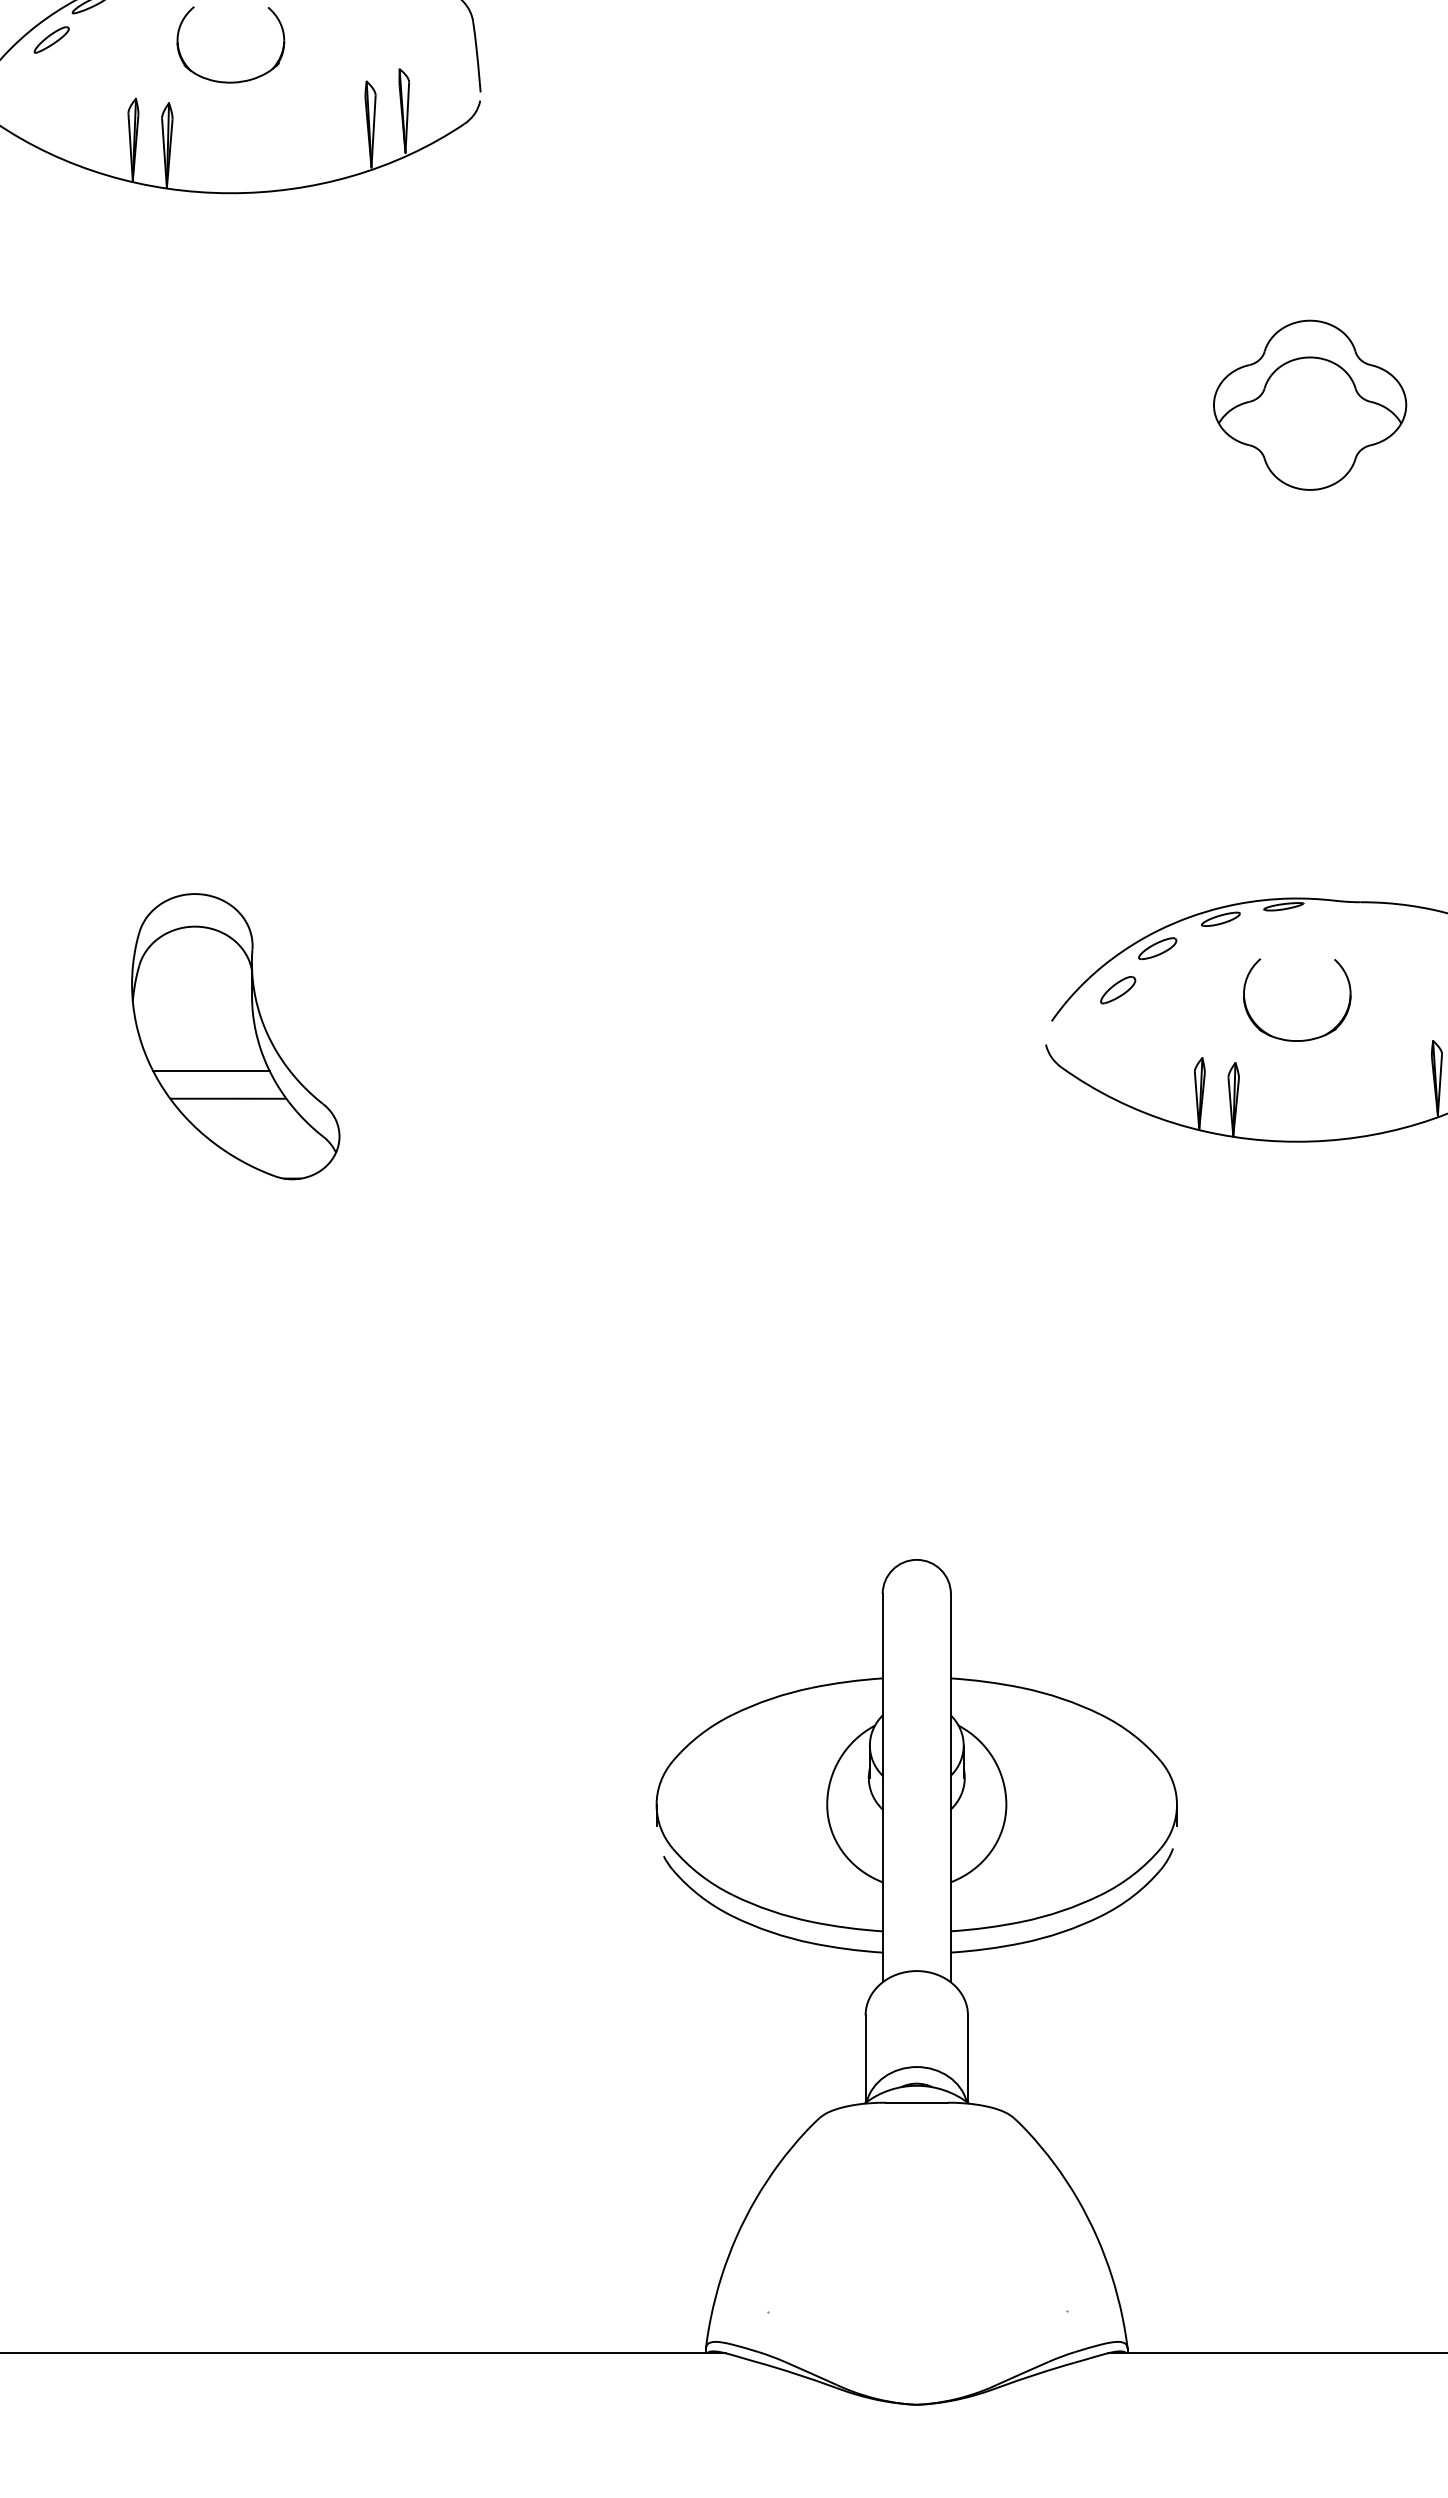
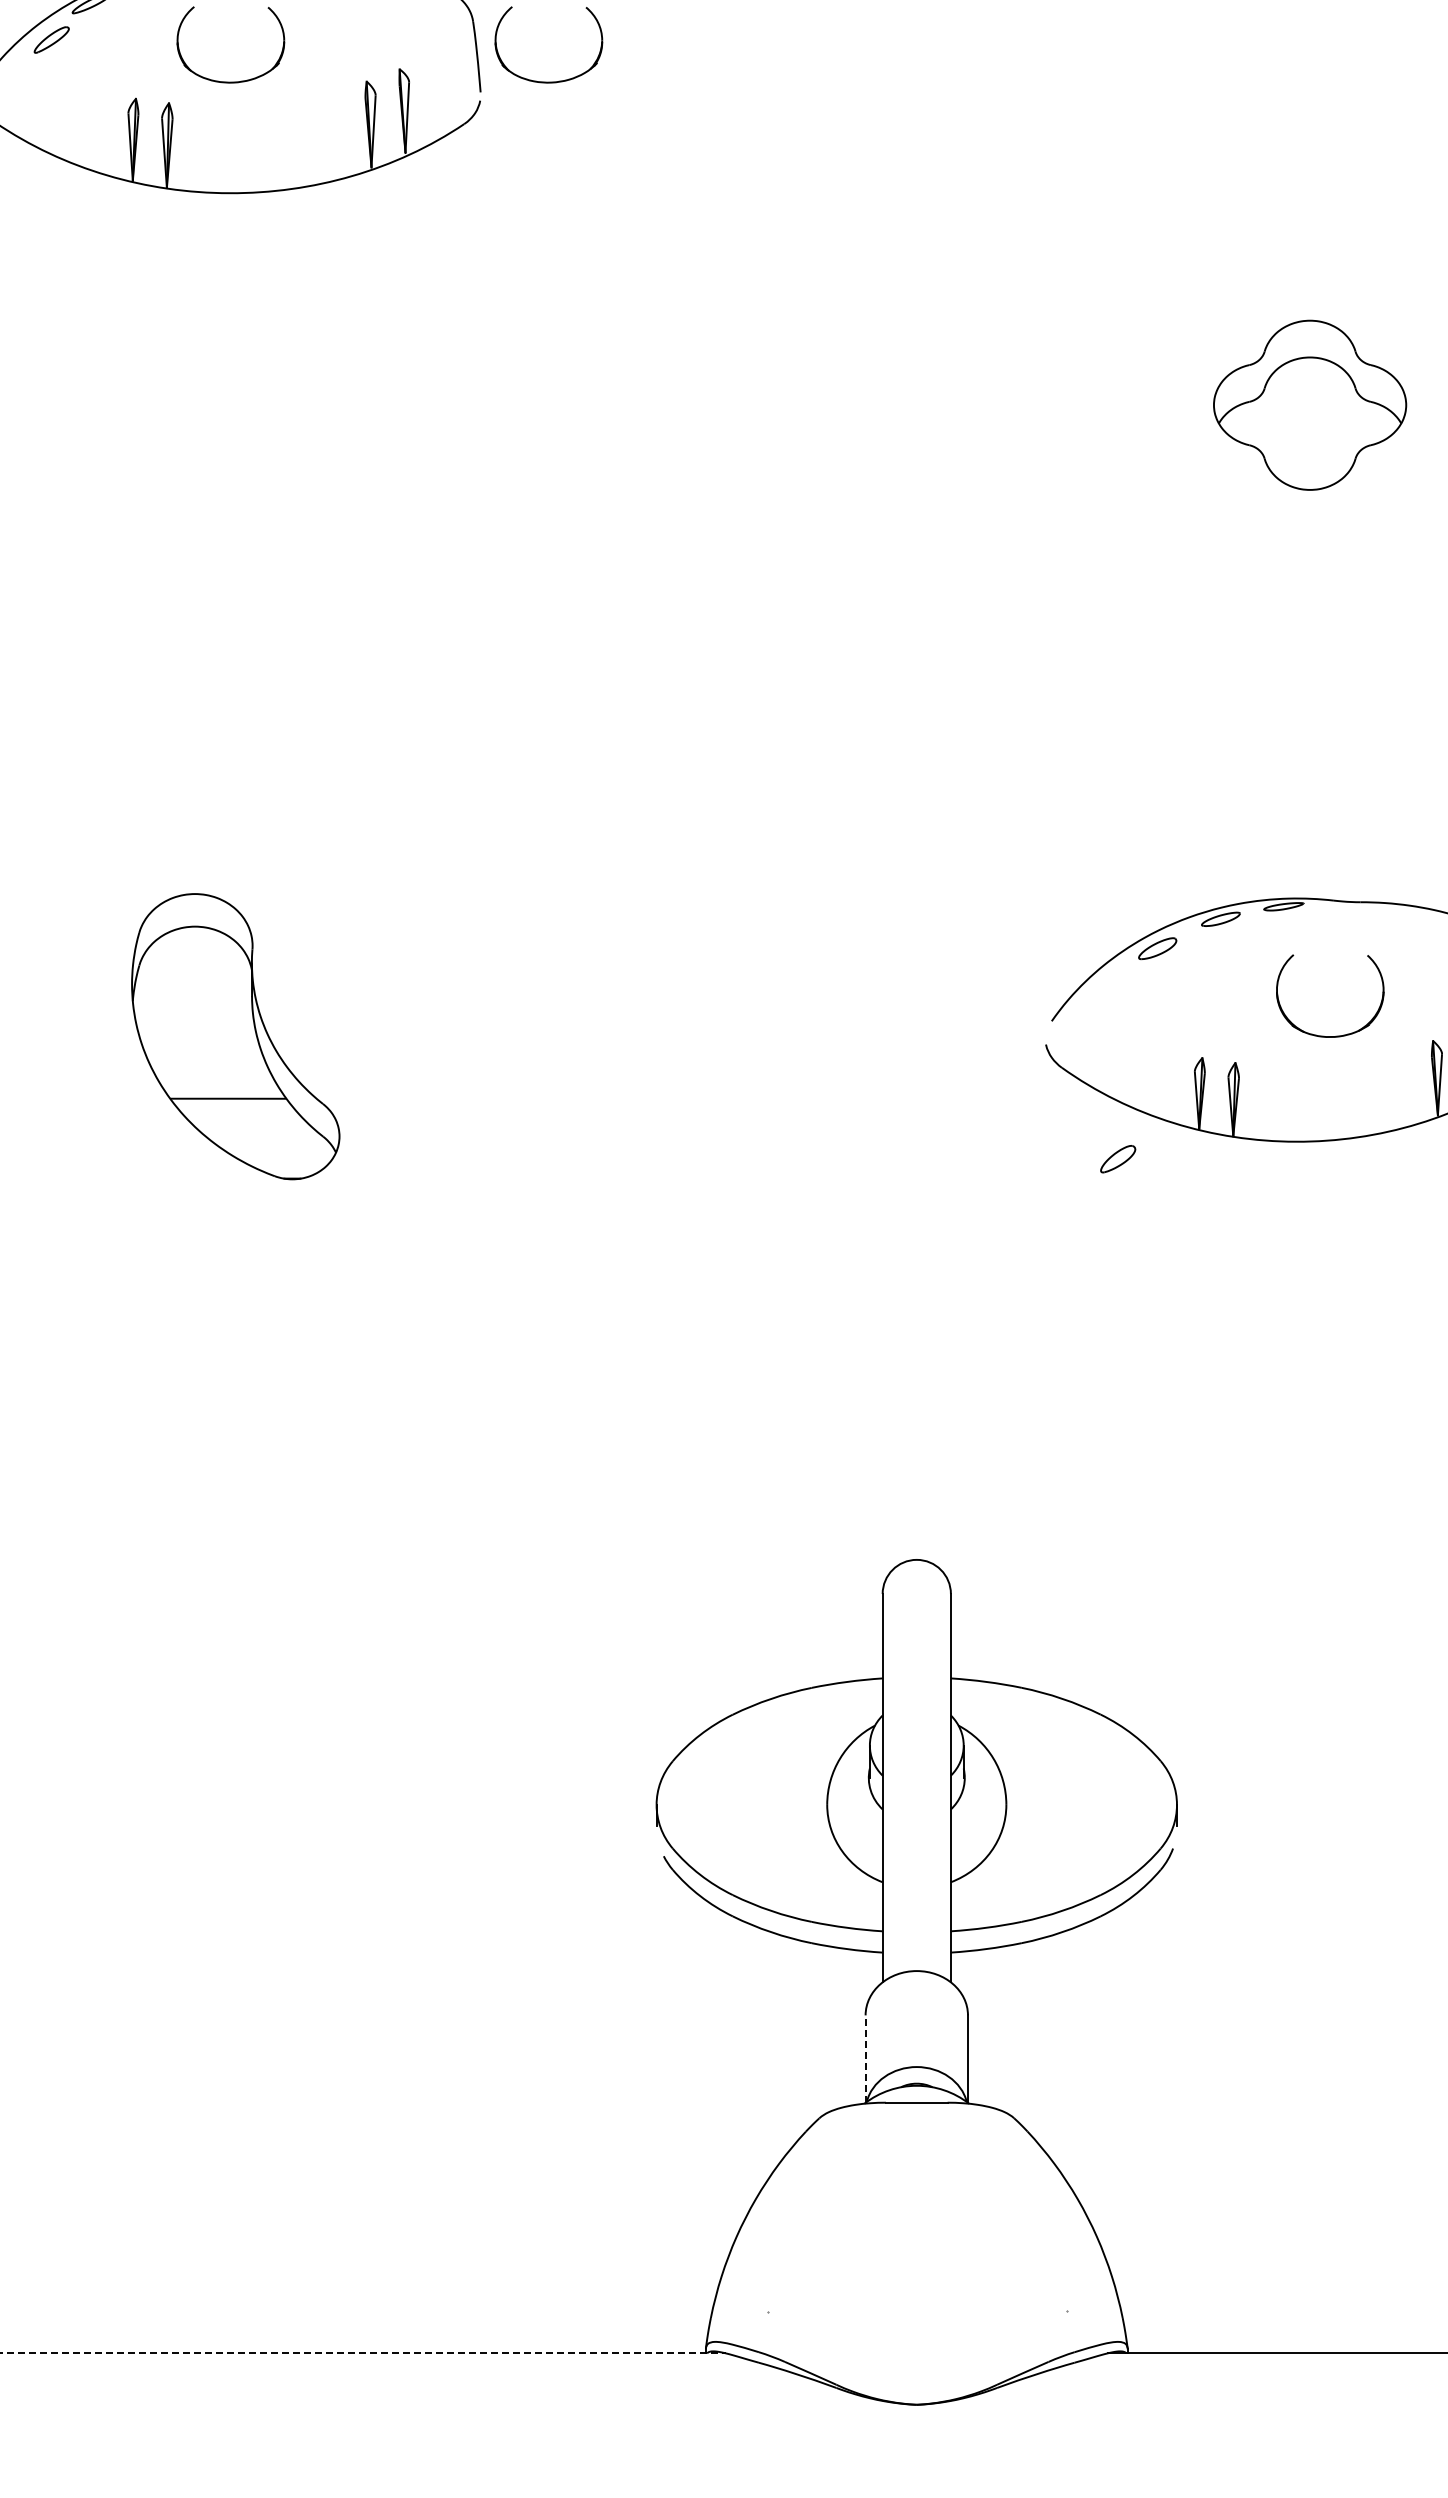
part at (548, 81): none -> present
part at (1118, 990) position: (1118, 990) -> (1118, 1159)
part at (1303, 1039) position: (1303, 1039) -> (1336, 1035)
line at (211, 1071): present -> none
line at (865, 2059): solid -> dashed
line at (363, 2353): solid -> dashed
